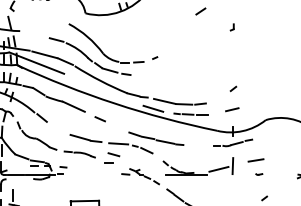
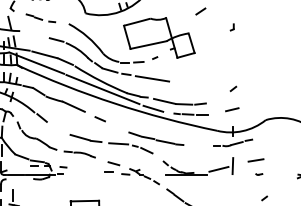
part at (40, 18): none -> present
part at (159, 37): none -> present
line at (152, 78): none -> present
line at (102, 89): none -> present
part at (112, 157) position: (112, 157) -> (112, 166)
